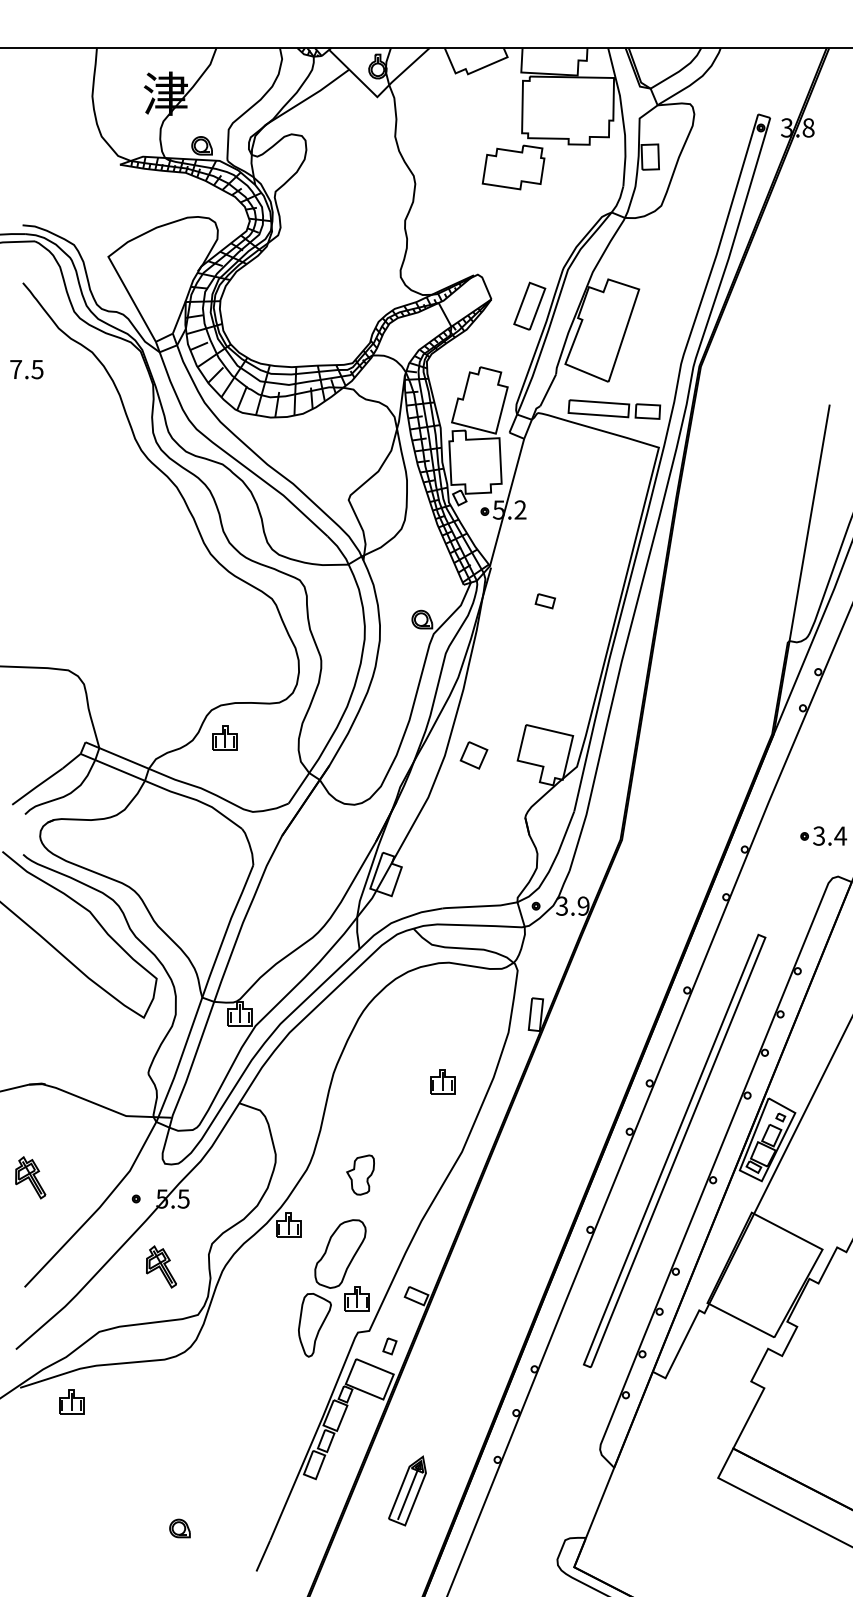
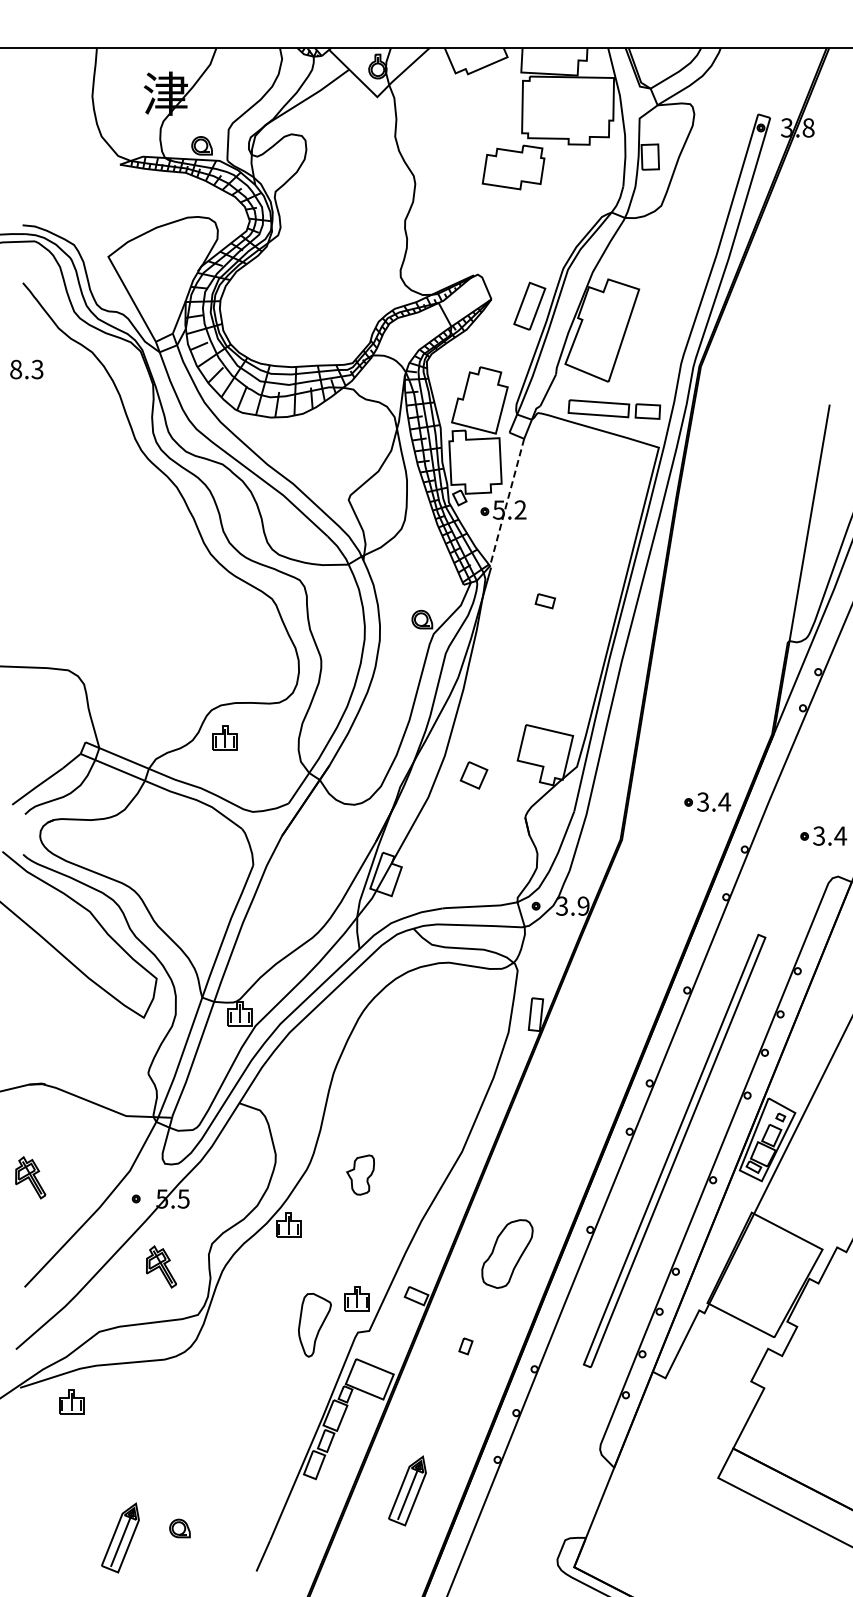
text at (26, 369): 7.5 -> 8.3
line at (507, 502): solid -> dashed
part at (473, 755) position: (473, 755) -> (473, 775)
part at (707, 801): none -> present
part at (442, 1081): present -> none
part at (340, 1253) position: (340, 1253) -> (507, 1253)
part at (389, 1346) position: (389, 1346) -> (465, 1346)
part at (120, 1537): none -> present
